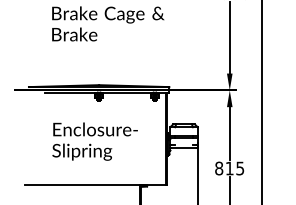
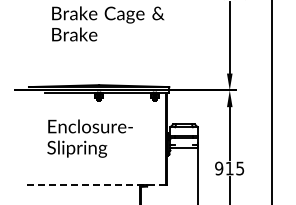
line at (261, 101) position: (261, 101) -> (271, 101)
text at (94, 141) position: (94, 141) -> (89, 138)
text at (219, 168): 815 -> 915
line at (95, 185): solid -> dashed
